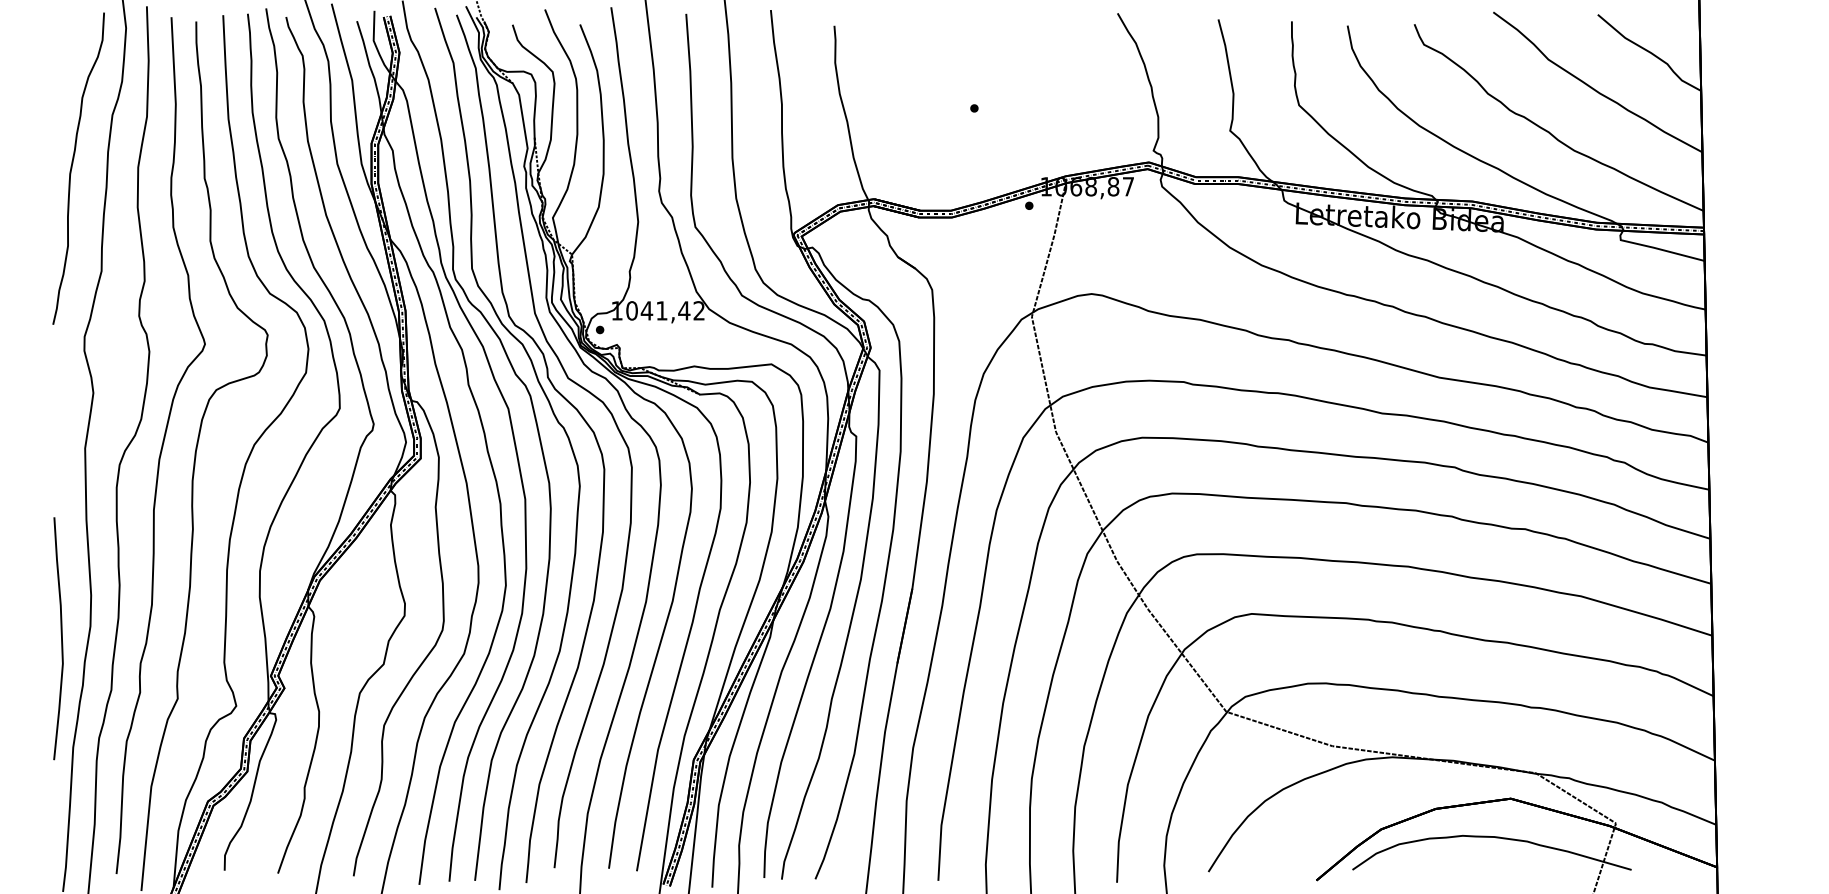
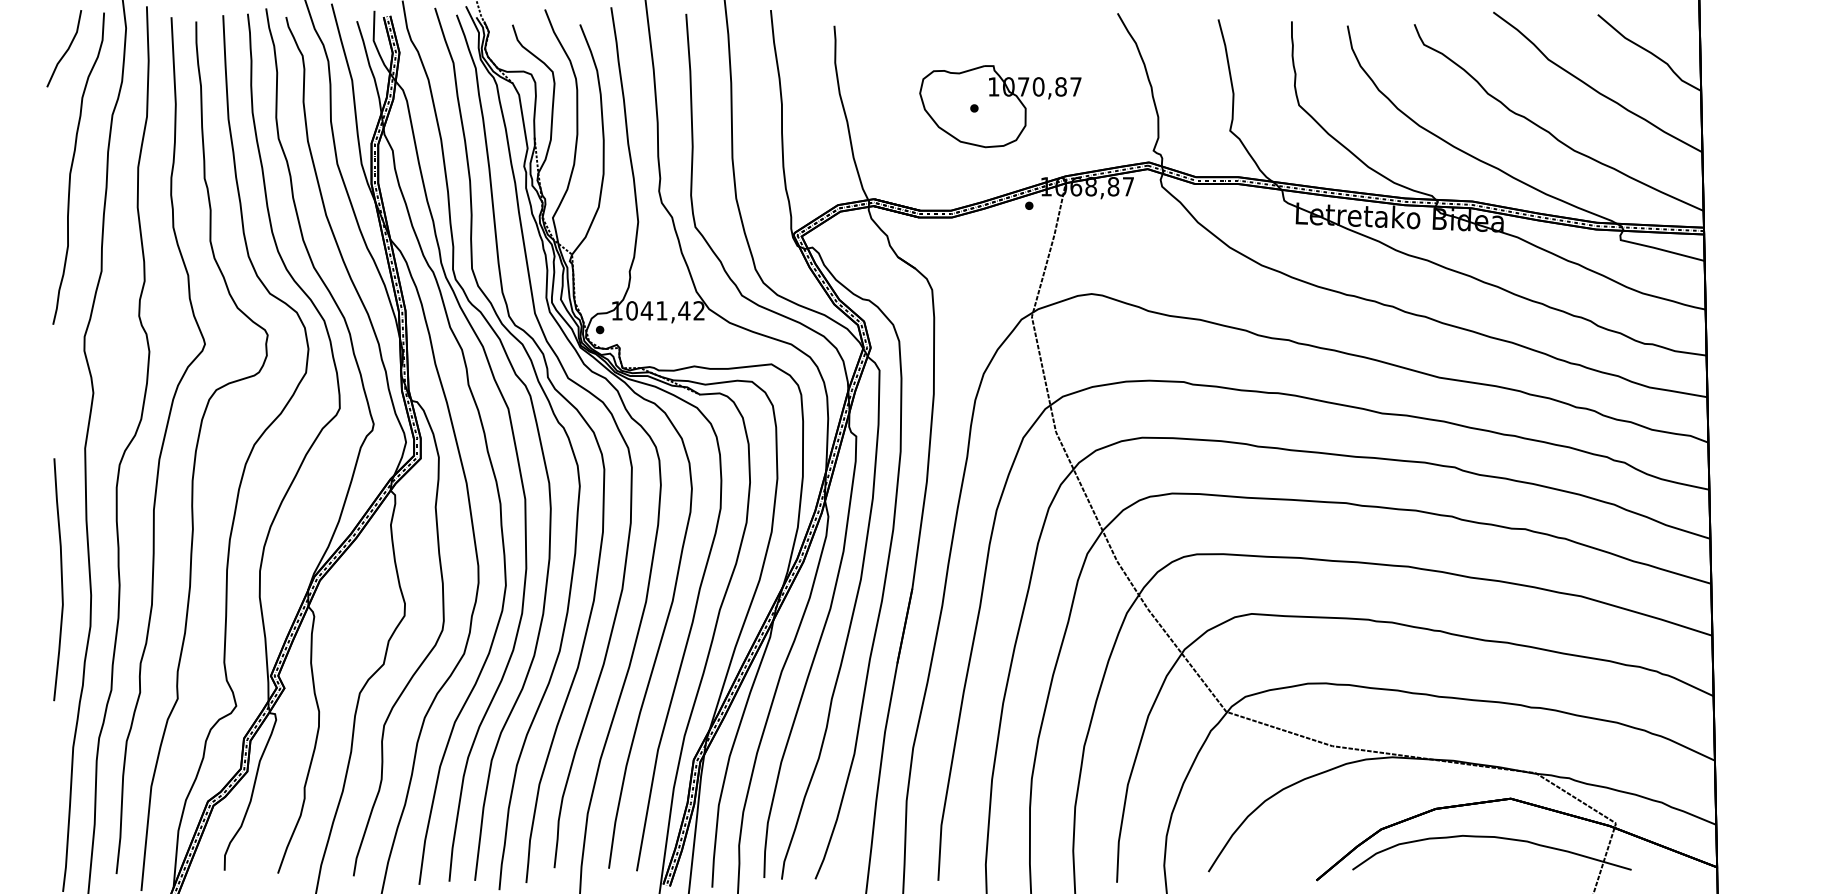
line at (66, 50): none -> present
part at (1000, 106): none -> present
curve at (61, 638) position: (61, 638) -> (61, 579)
